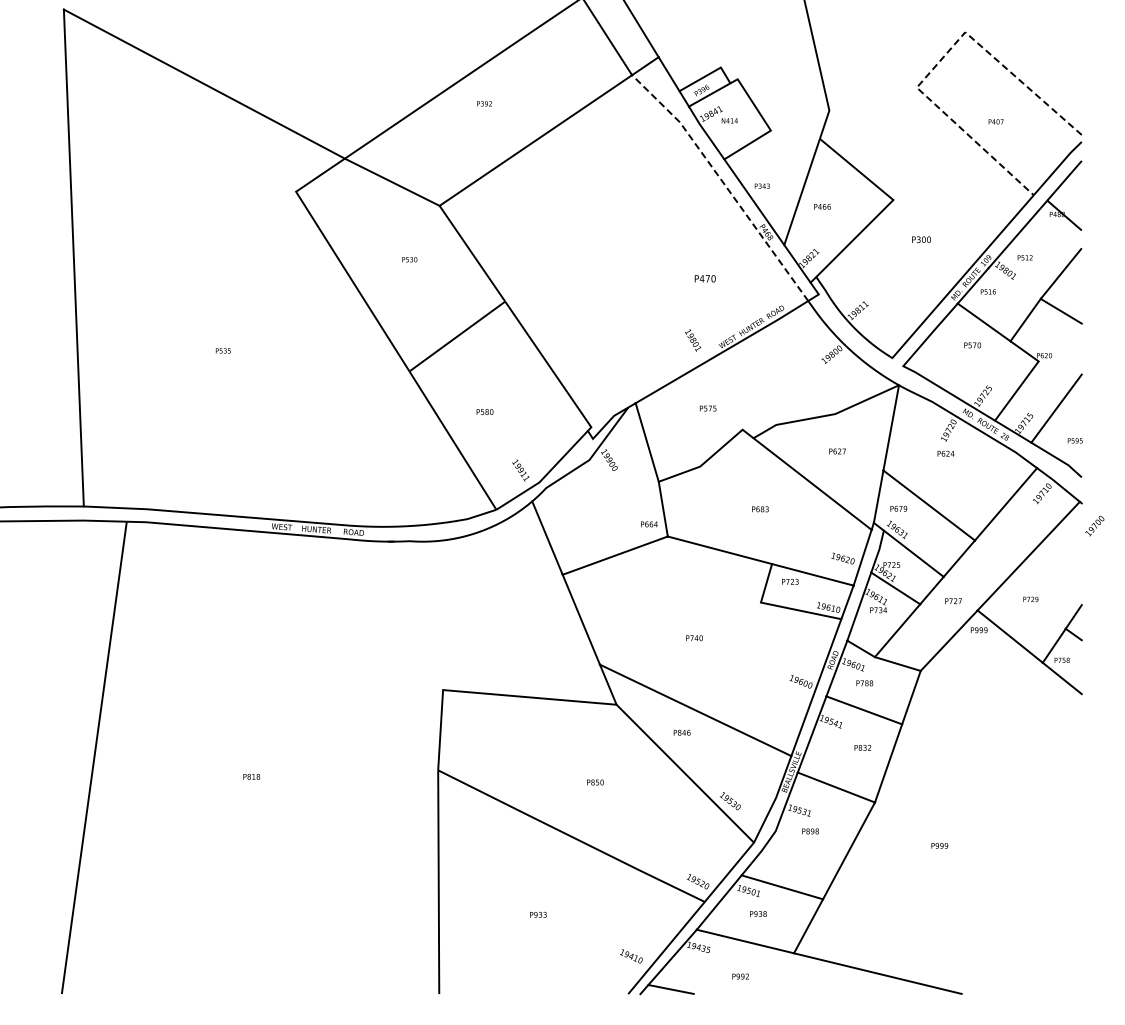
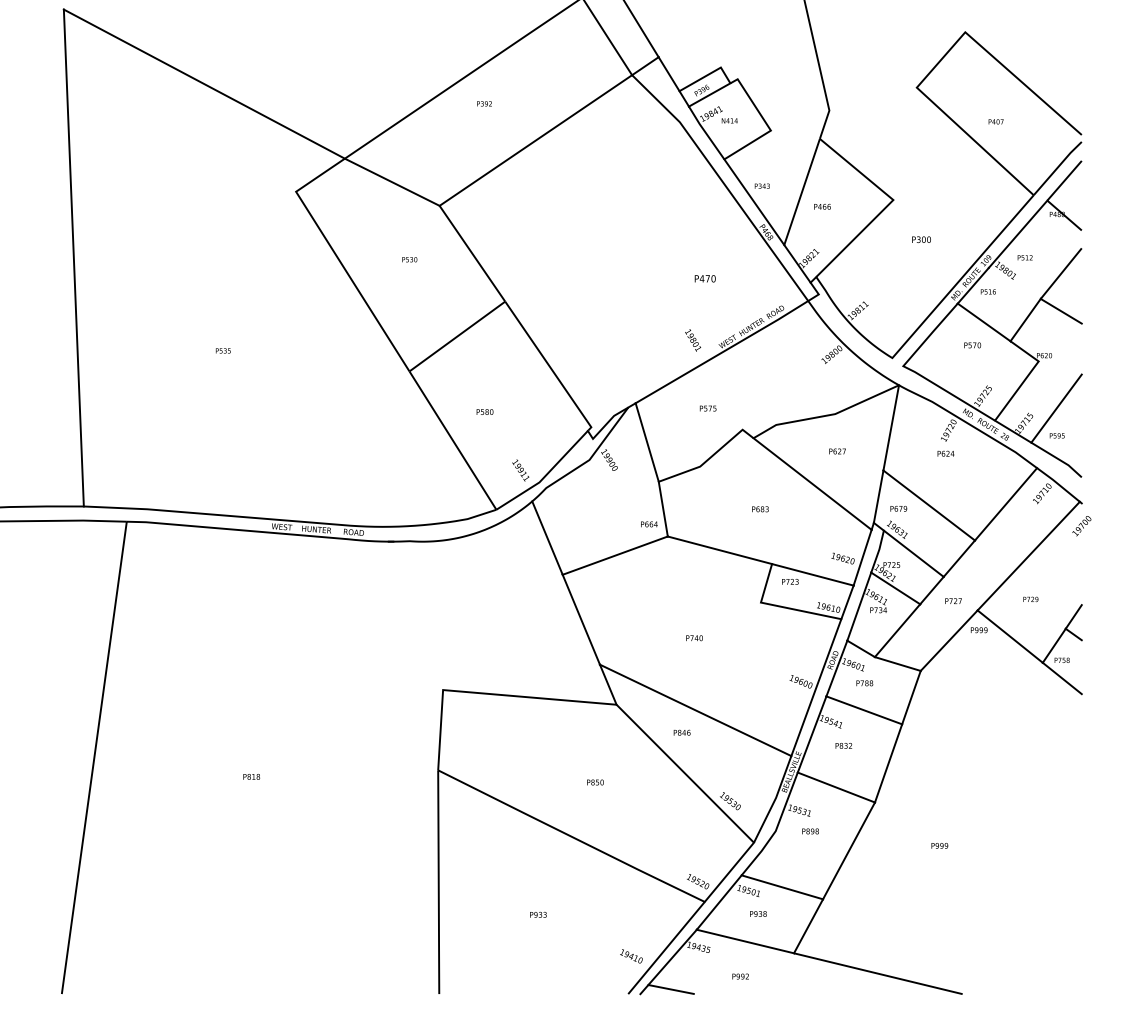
line at (939, 61): dashed -> solid
line at (724, 183): dashed -> solid
text at (1074, 440) position: (1074, 440) -> (1056, 435)
text at (1094, 526) position: (1094, 526) -> (1081, 526)
text at (862, 747) position: (862, 747) -> (843, 745)
